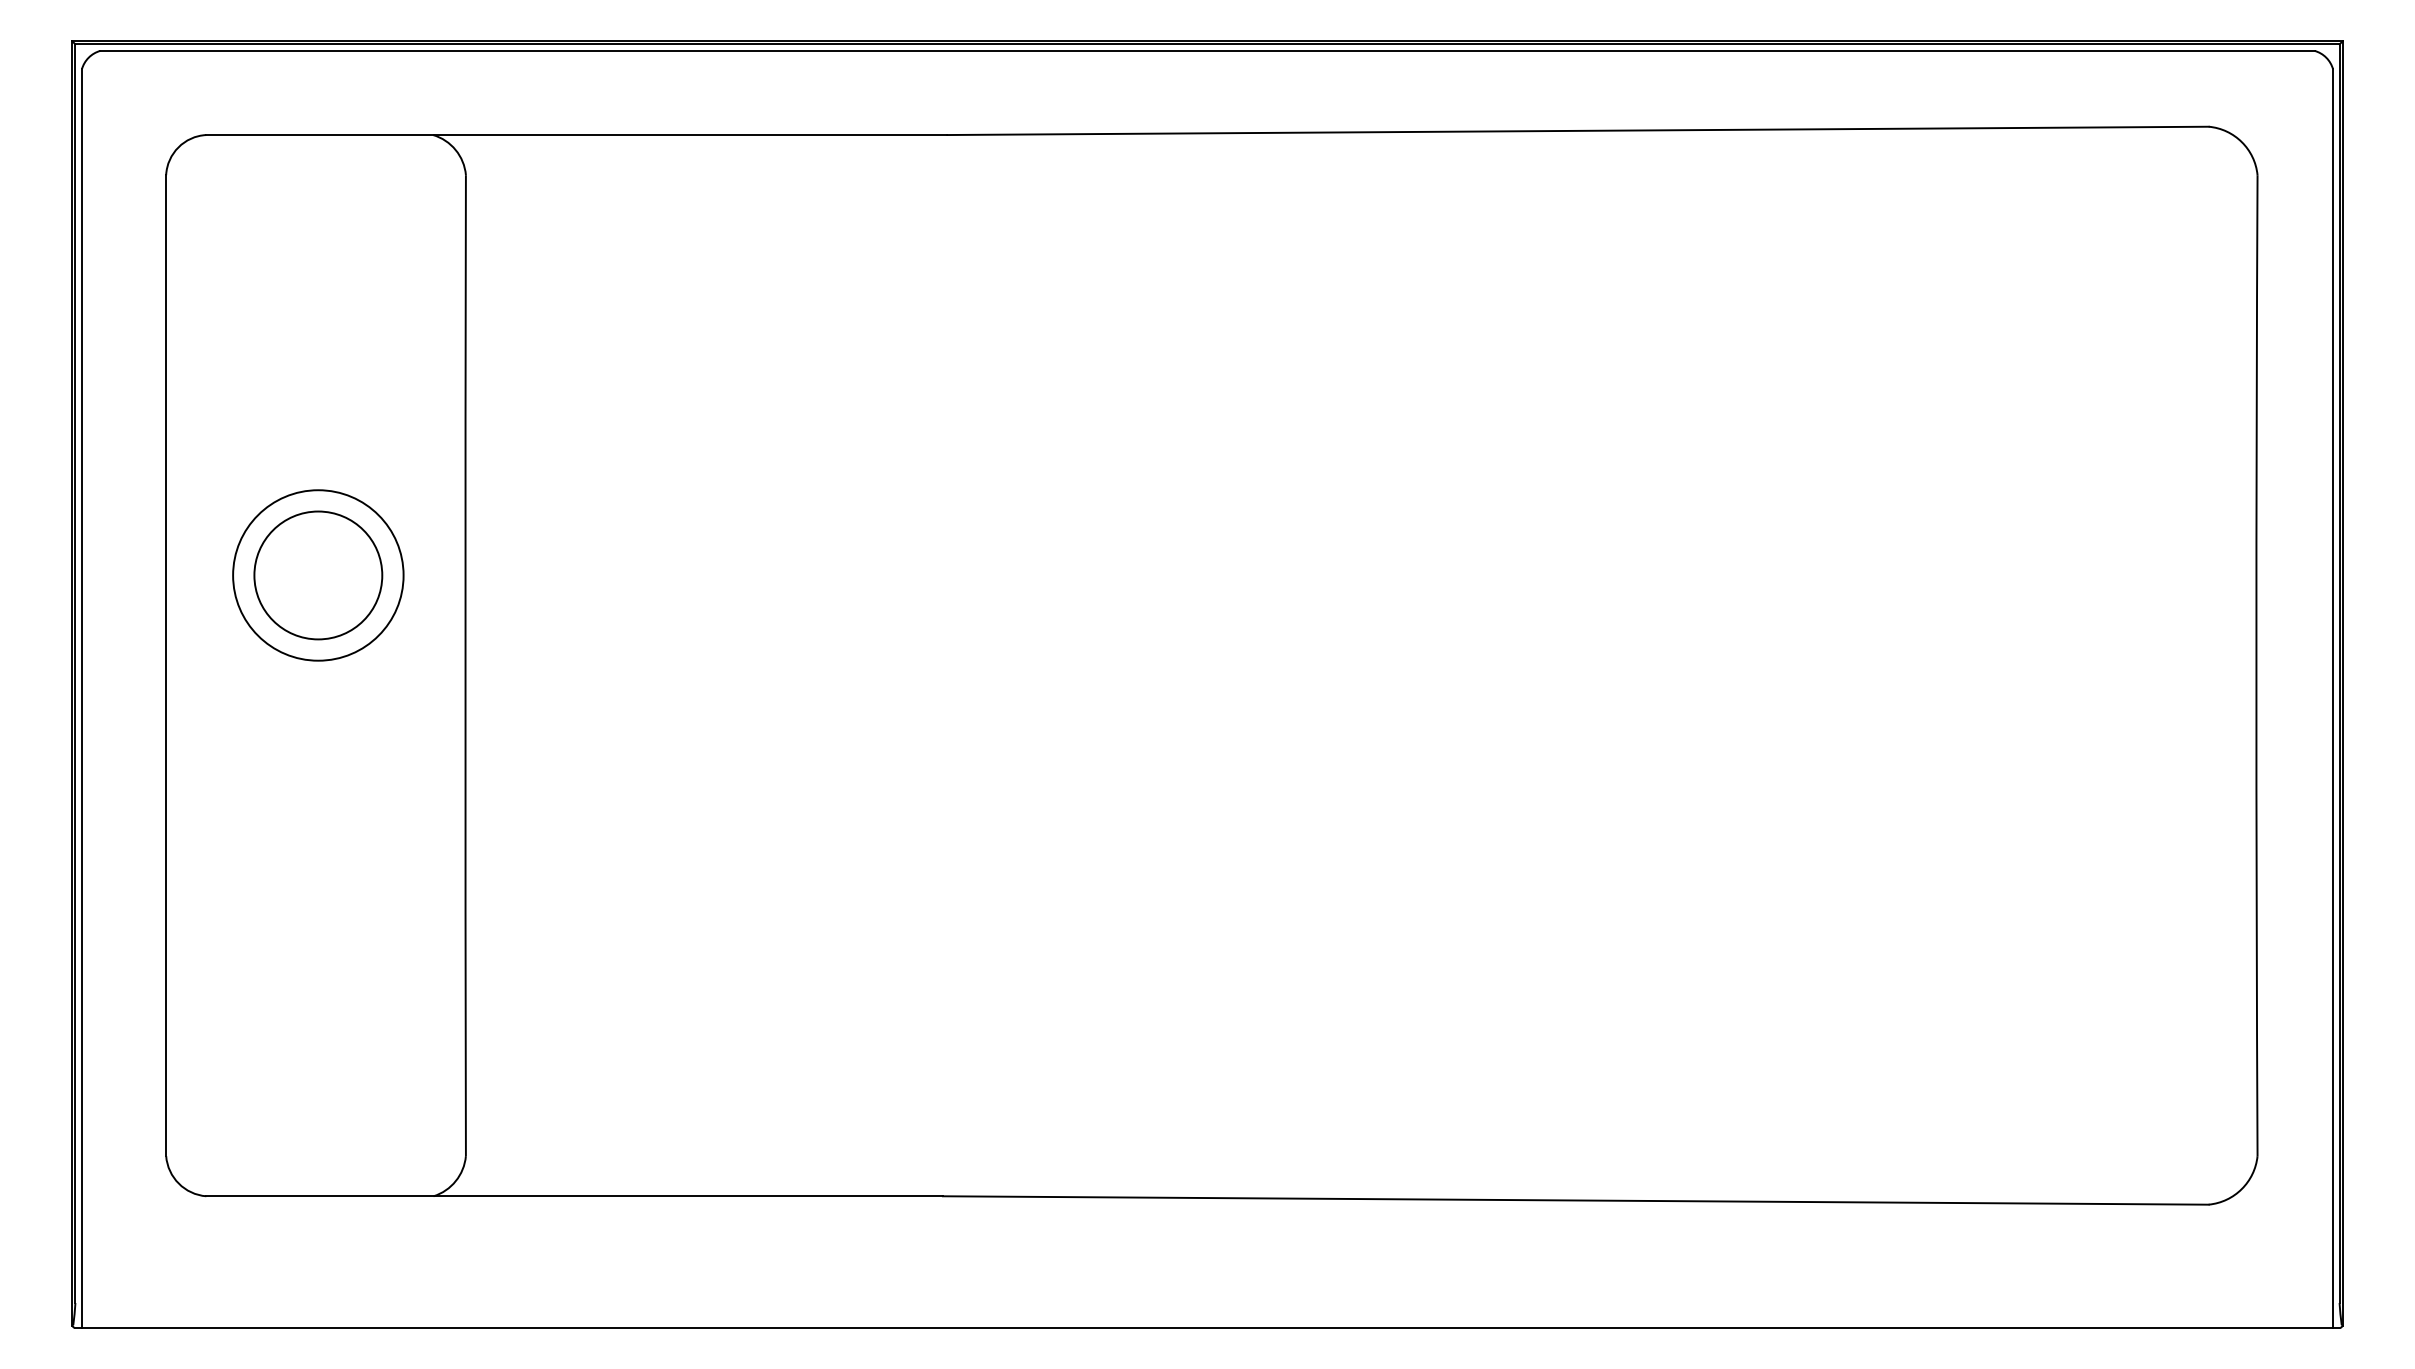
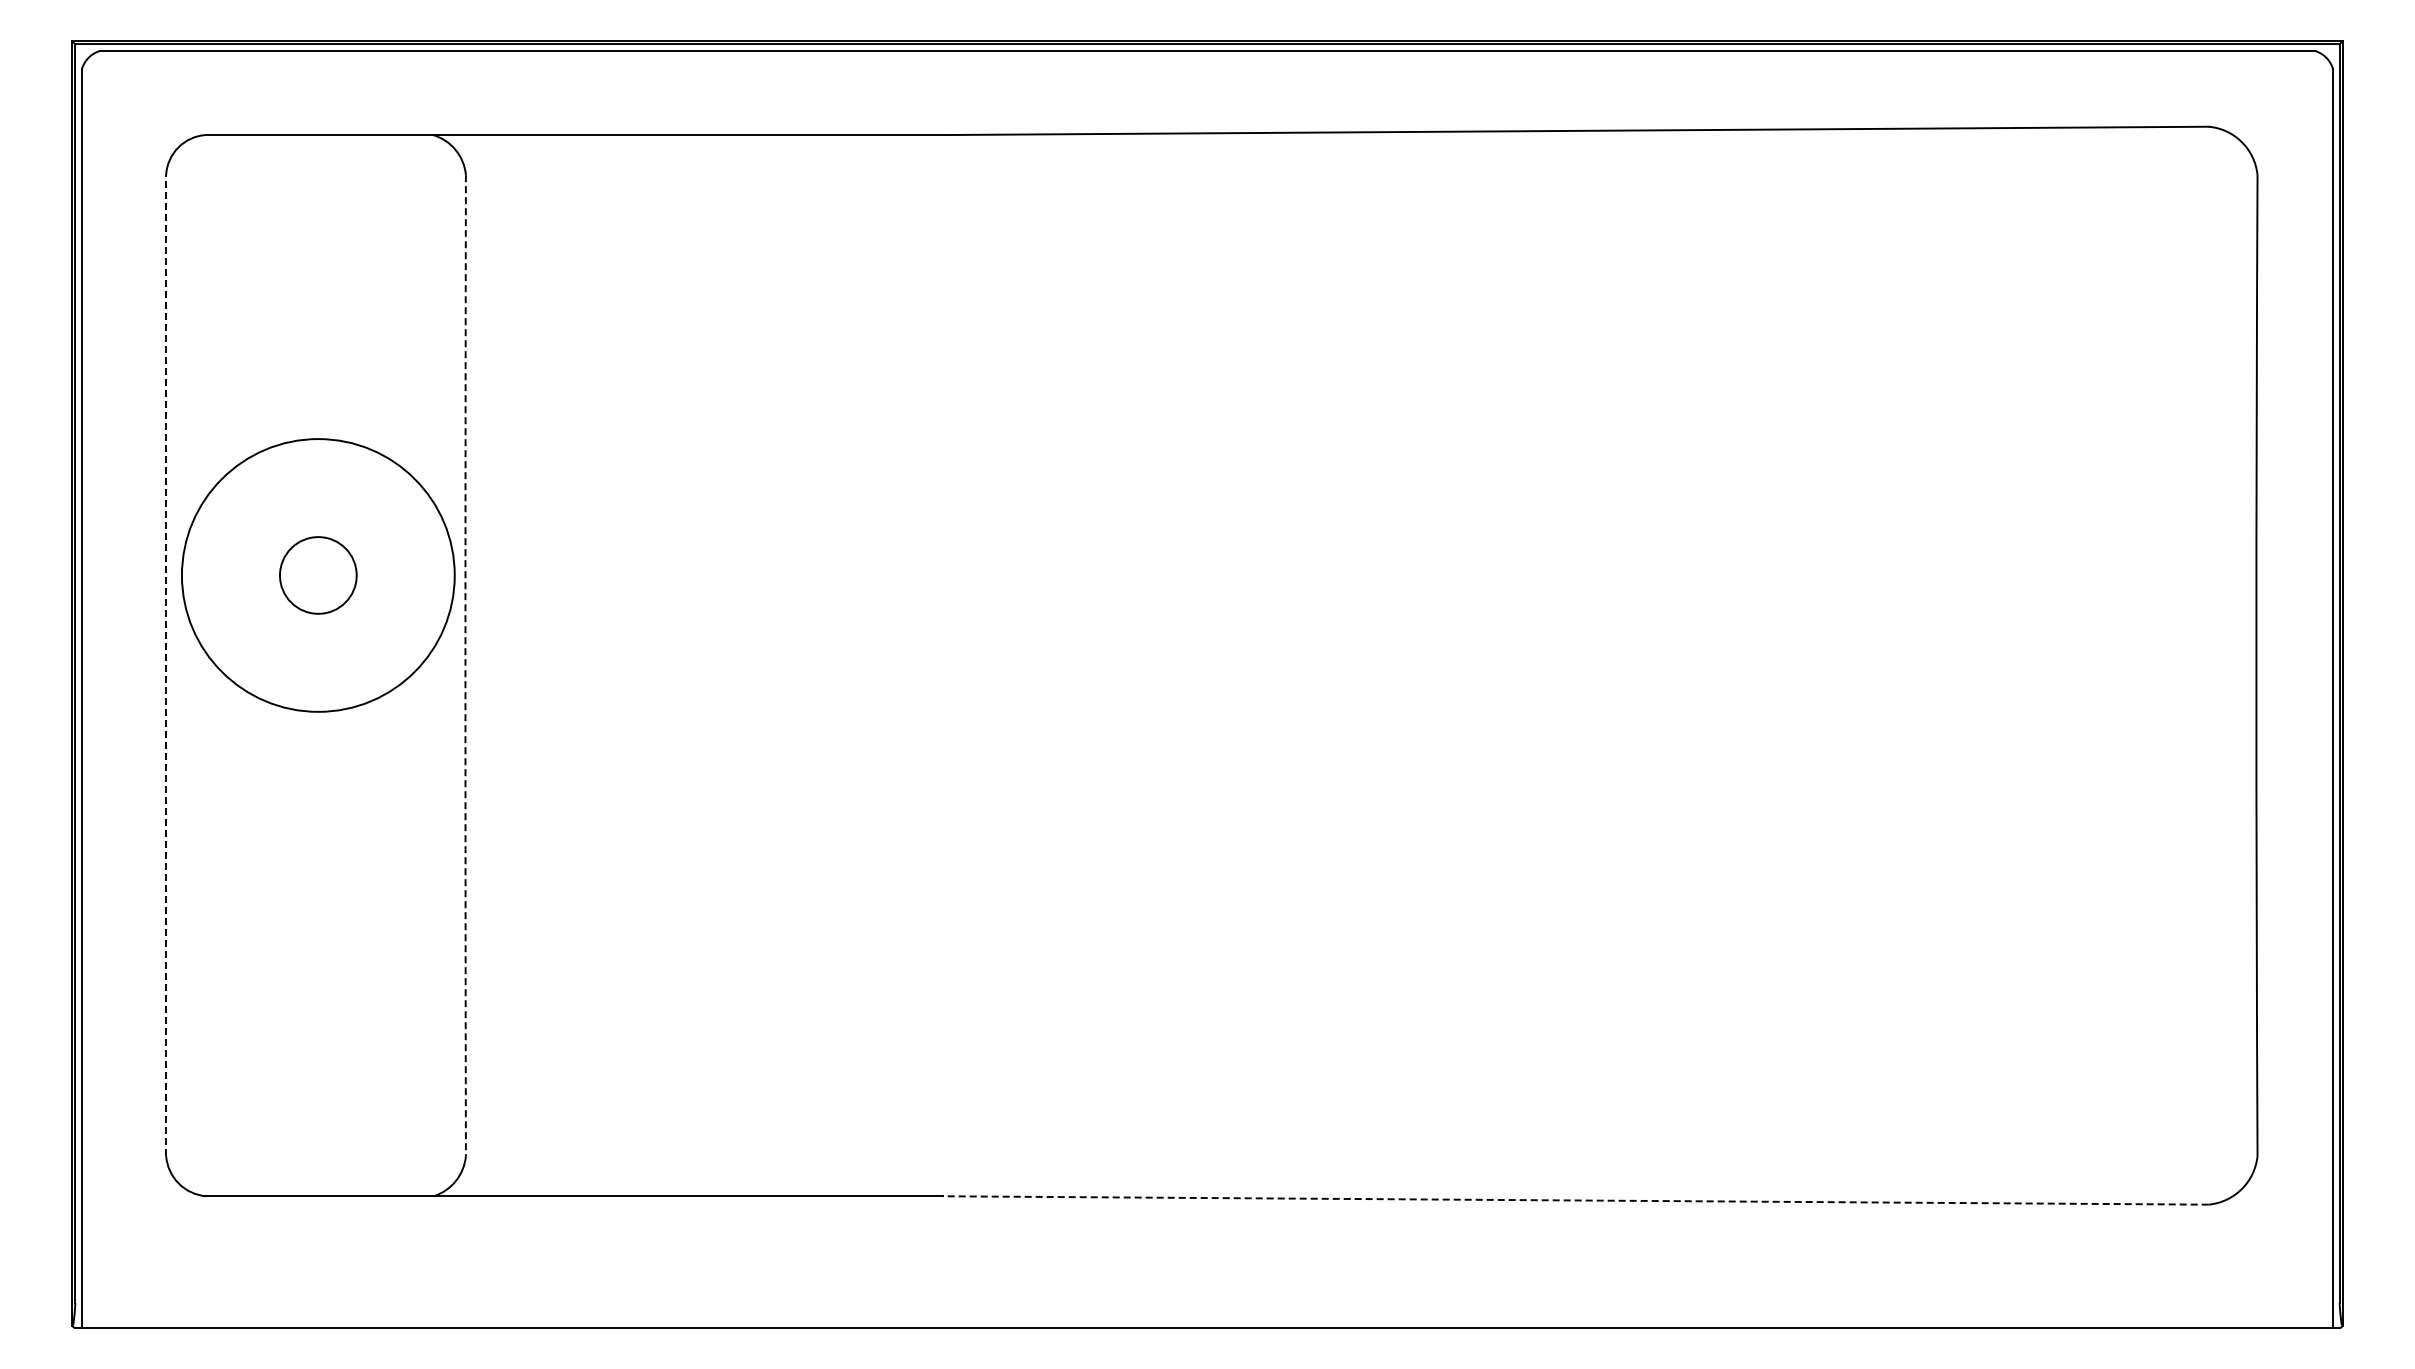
circle at (318, 575) diameter: 128 px -> 77 px
circle at (318, 575) diameter: 170 px -> 273 px
line at (166, 665): solid -> dashed
arc at (465, 665): solid -> dashed
line at (1575, 1200): solid -> dashed
